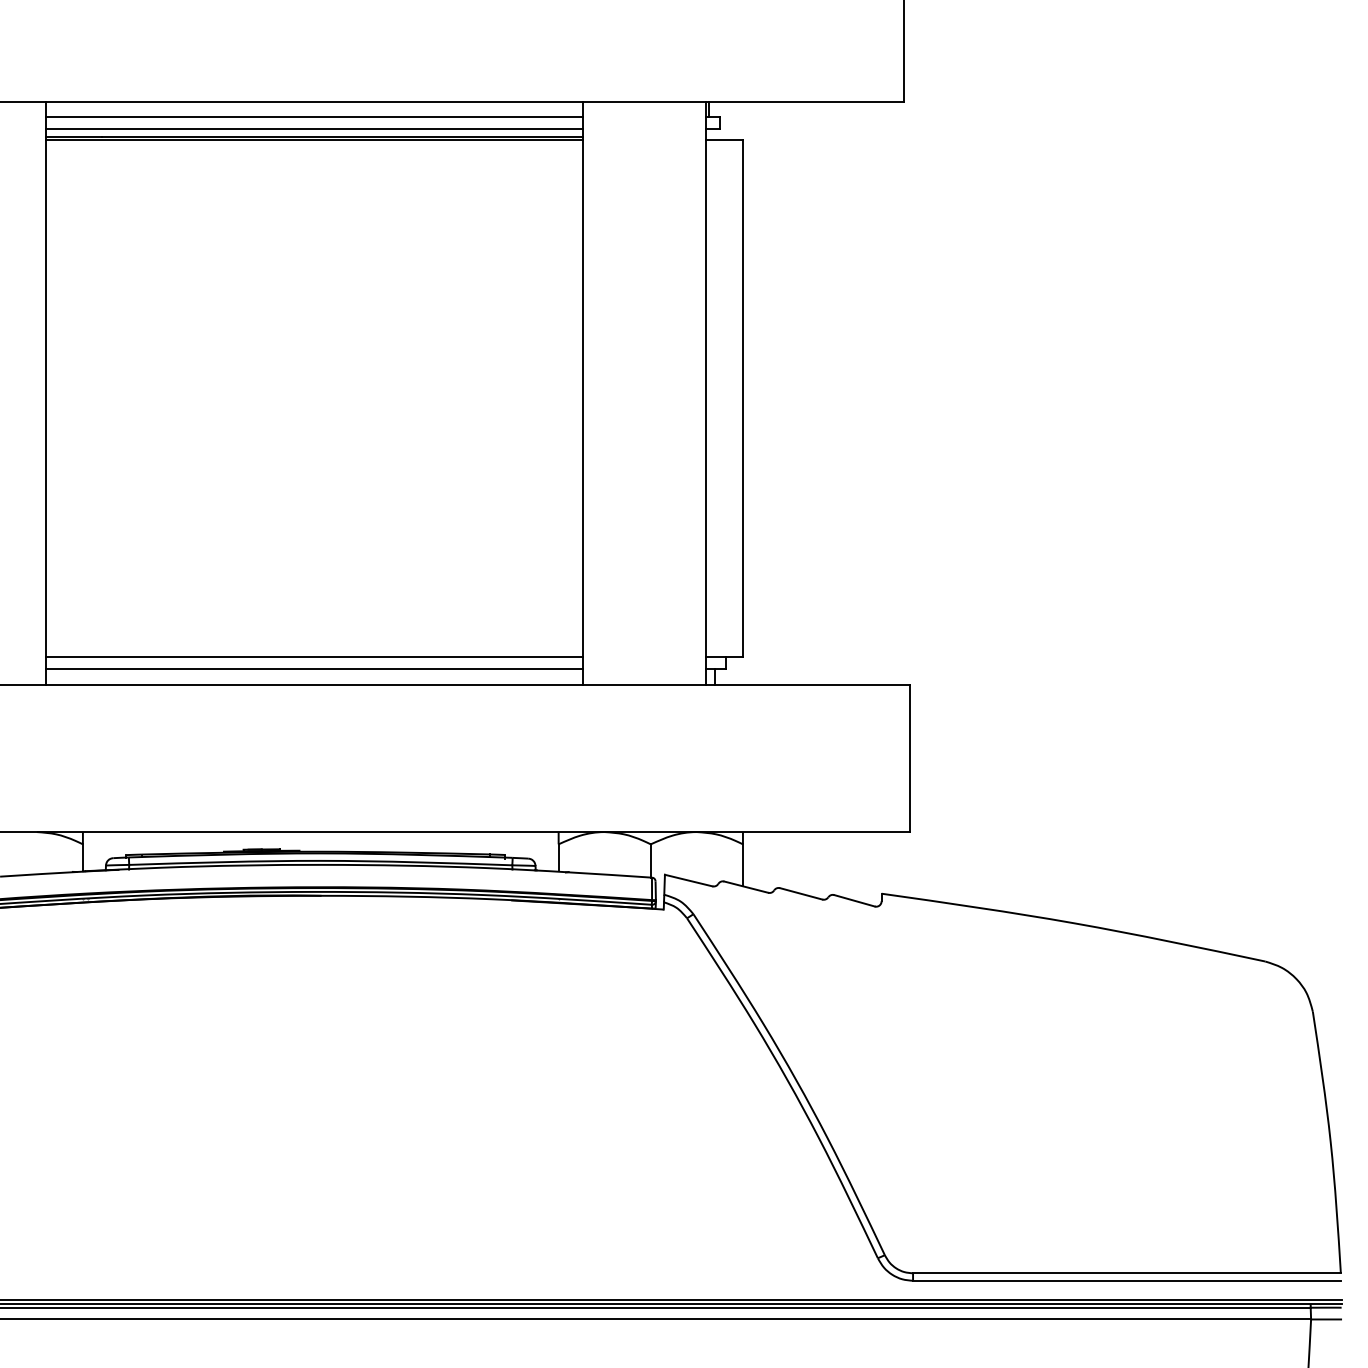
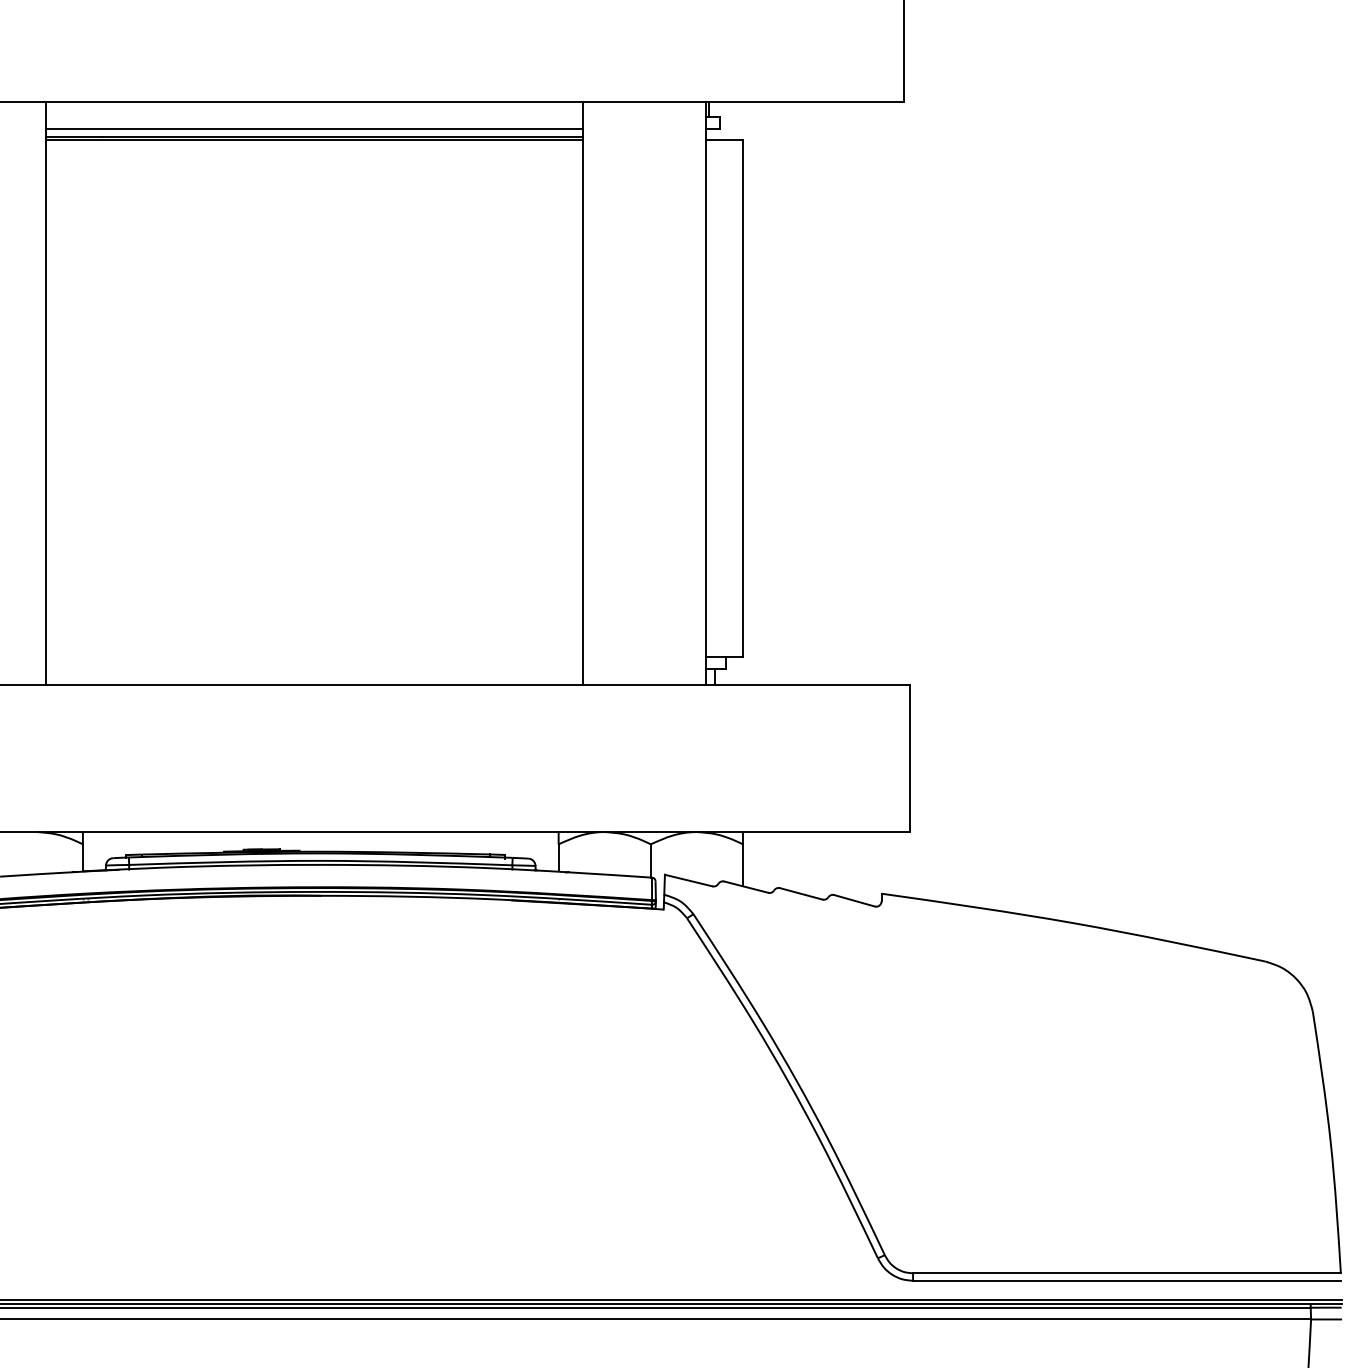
line at (313, 117): present -> none
line at (314, 656): present -> none
line at (313, 669): present -> none
